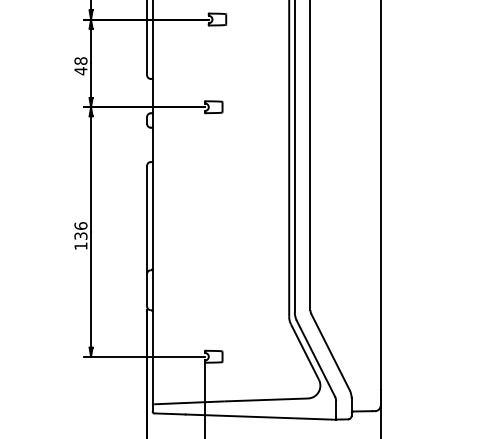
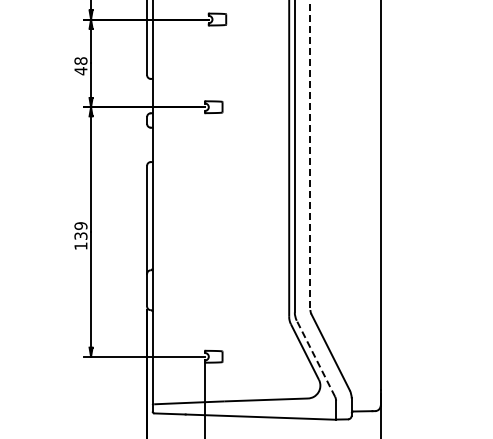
line at (310, 155): solid -> dashed
text at (80, 225): 136 -> 139
line at (315, 358): solid -> dashed
